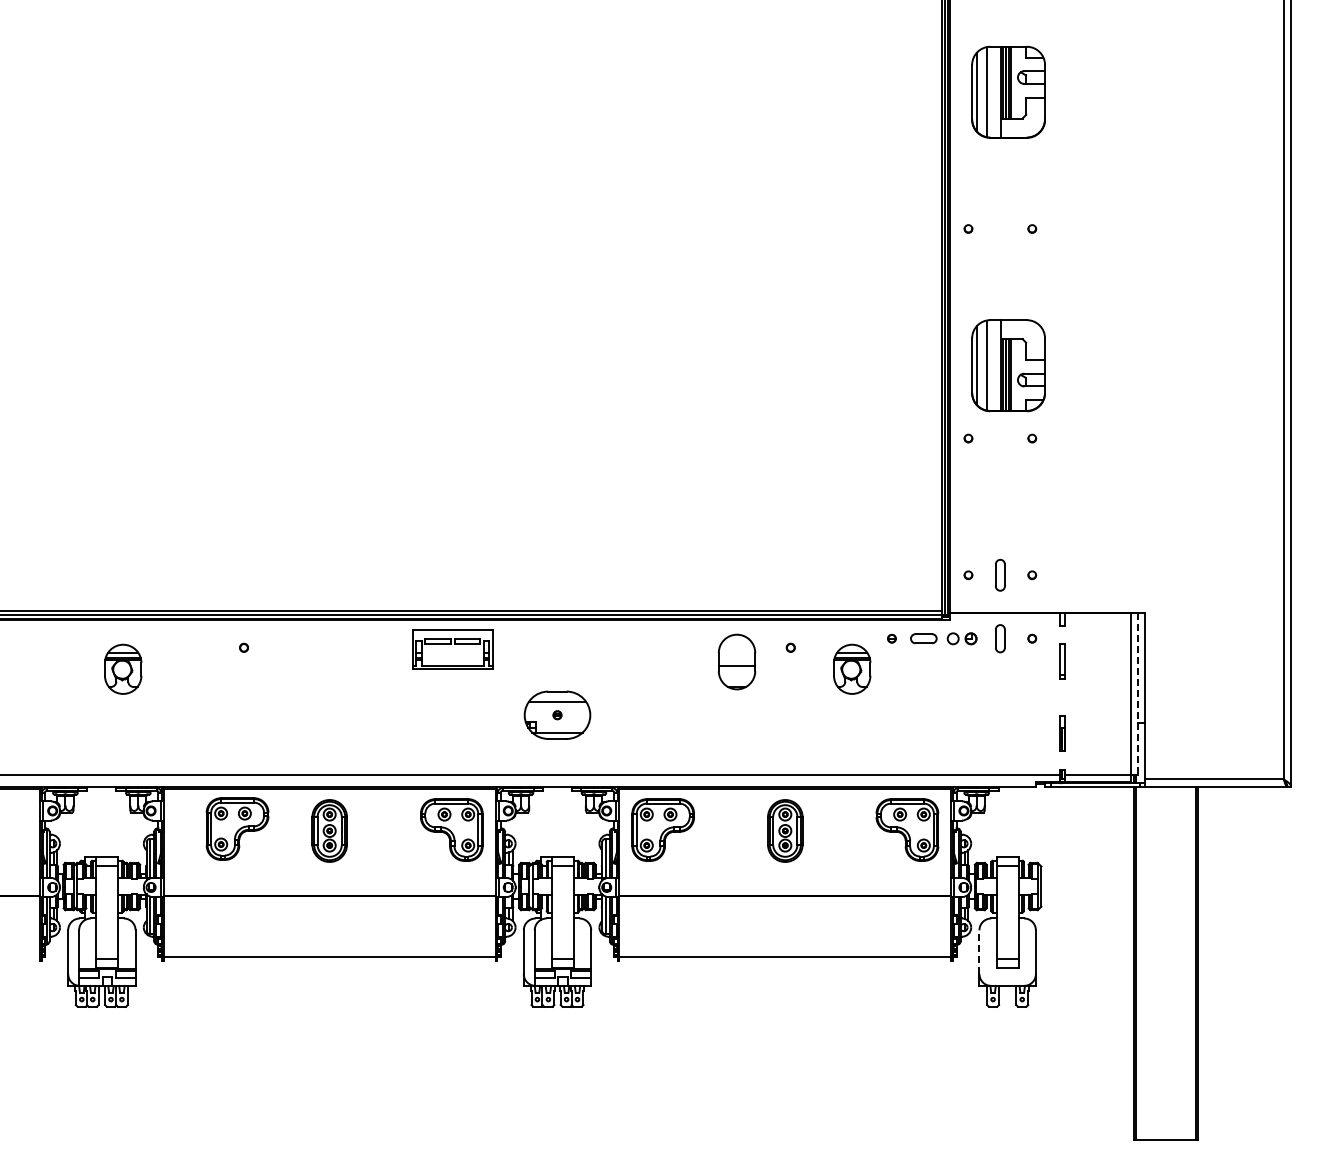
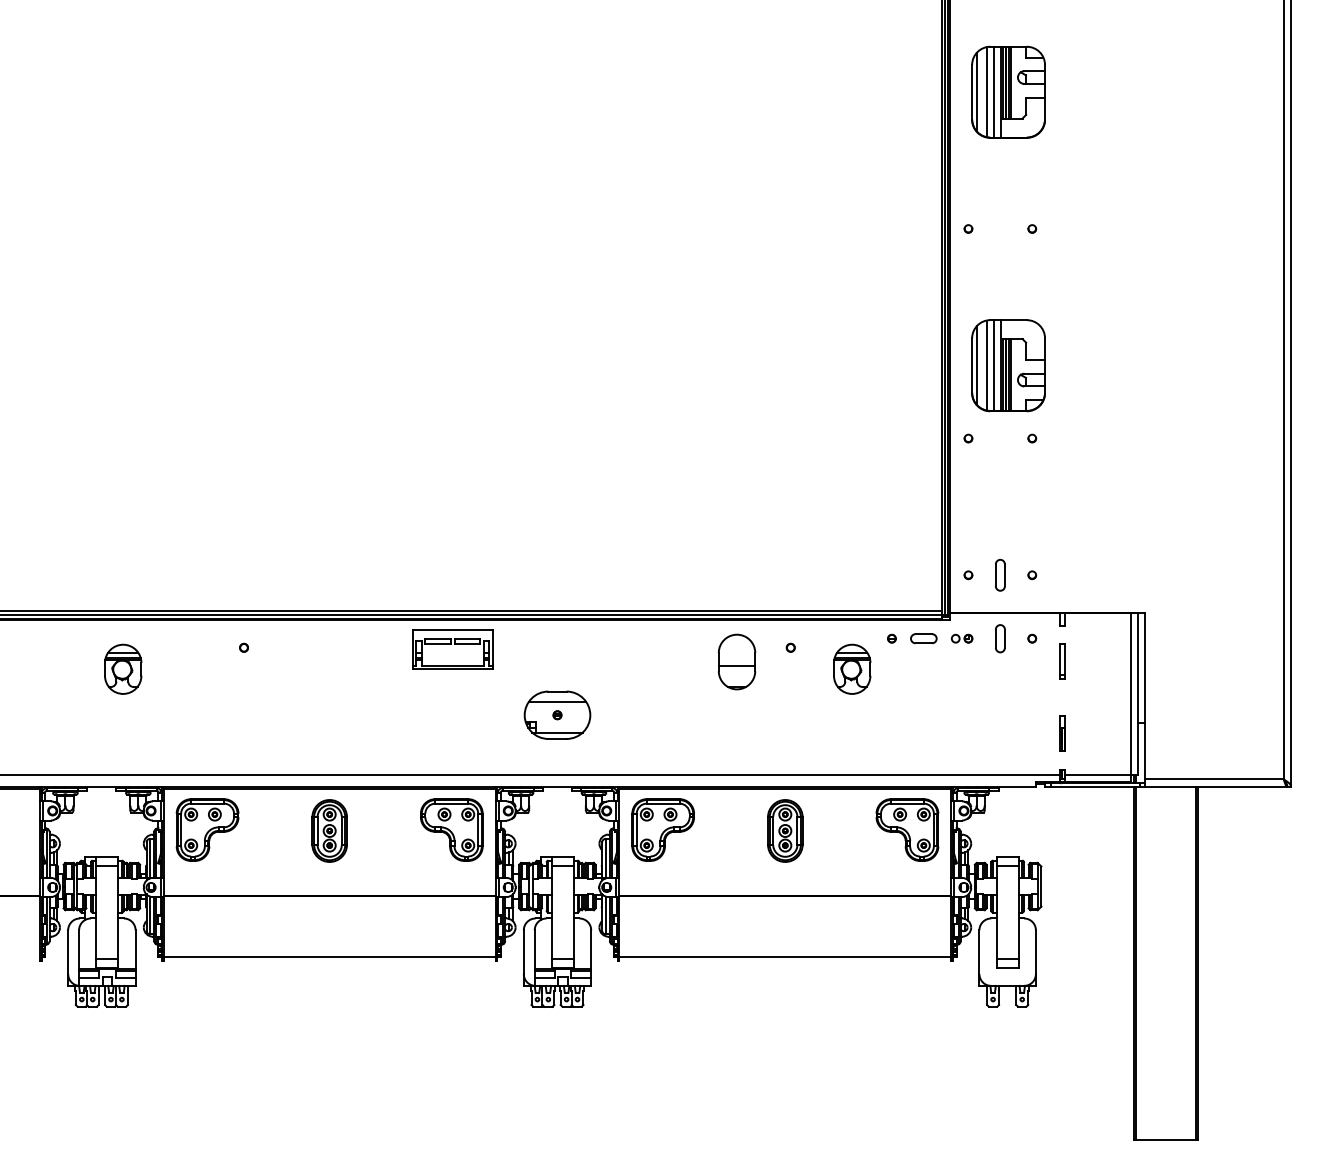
line at (994, 91): none -> present
line at (994, 365): none -> present
part at (961, 638) size: 32x14 px -> 24x11 px
line at (1137, 694): dashed -> solid
part at (237, 828) position: (237, 828) -> (207, 829)
line at (979, 952): dashed -> solid
